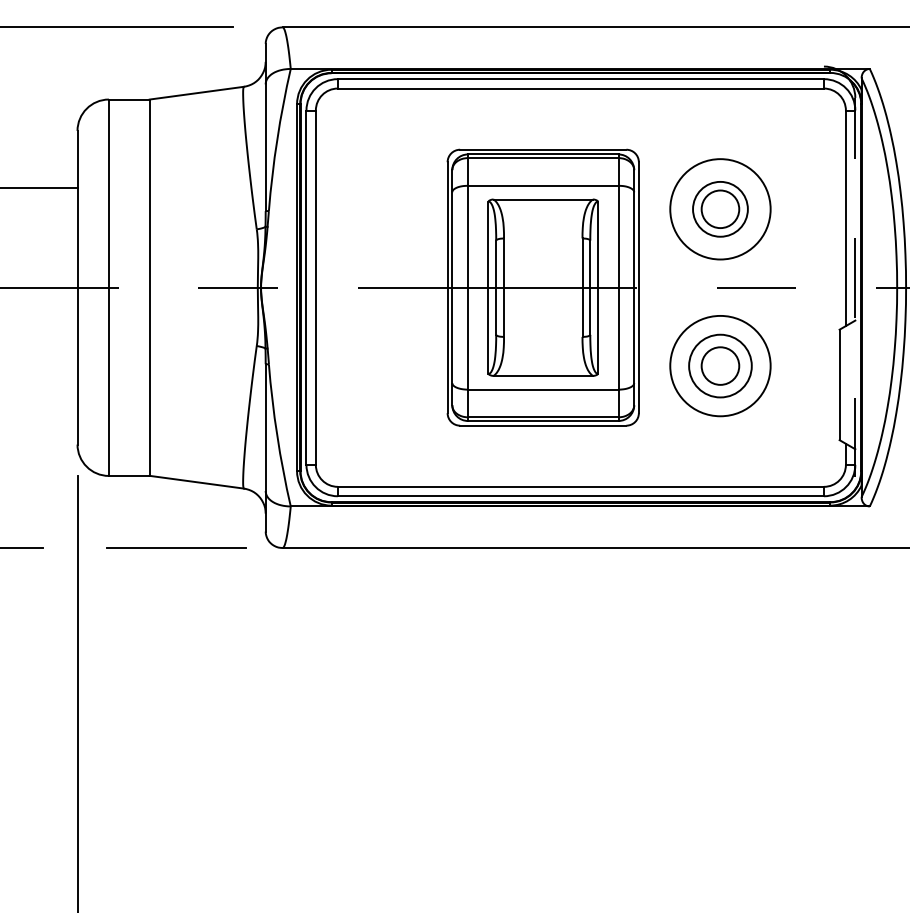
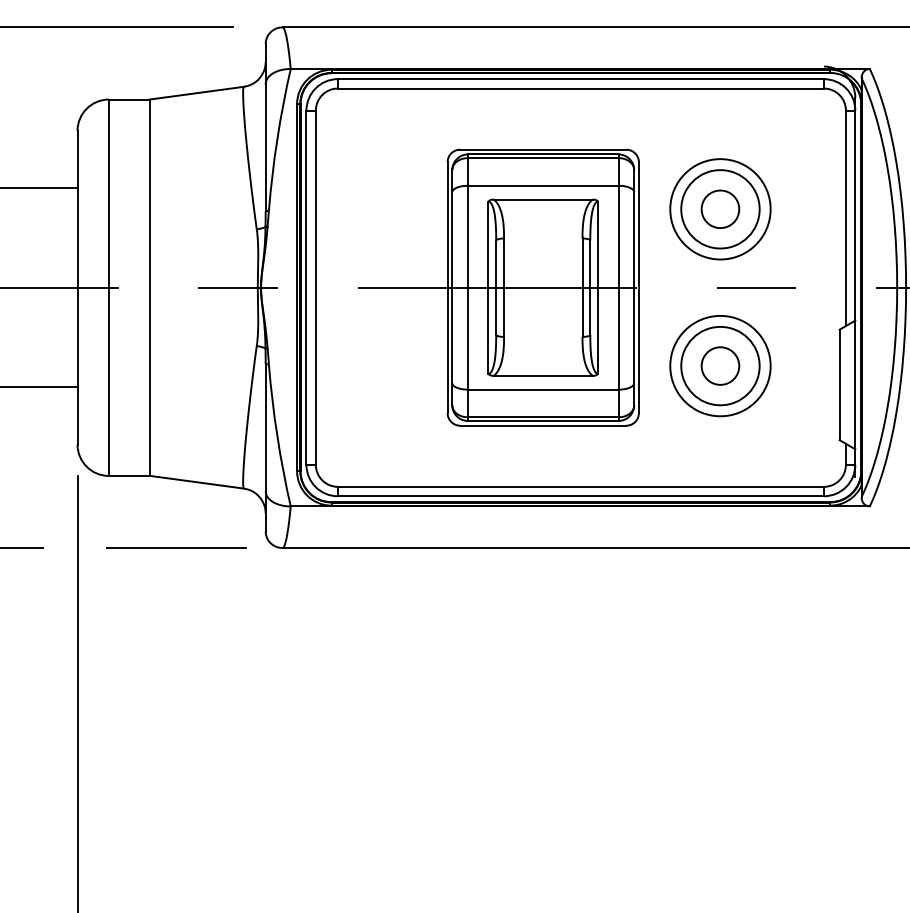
circle at (720, 208) diameter: 55 px -> 78 px
line at (855, 287): dashed -> solid
circle at (720, 365) diameter: 63 px -> 78 px
line at (39, 387): none -> present
